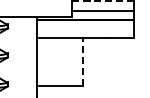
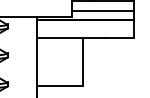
line at (103, 1): dashed -> solid
line at (83, 61): dashed -> solid
